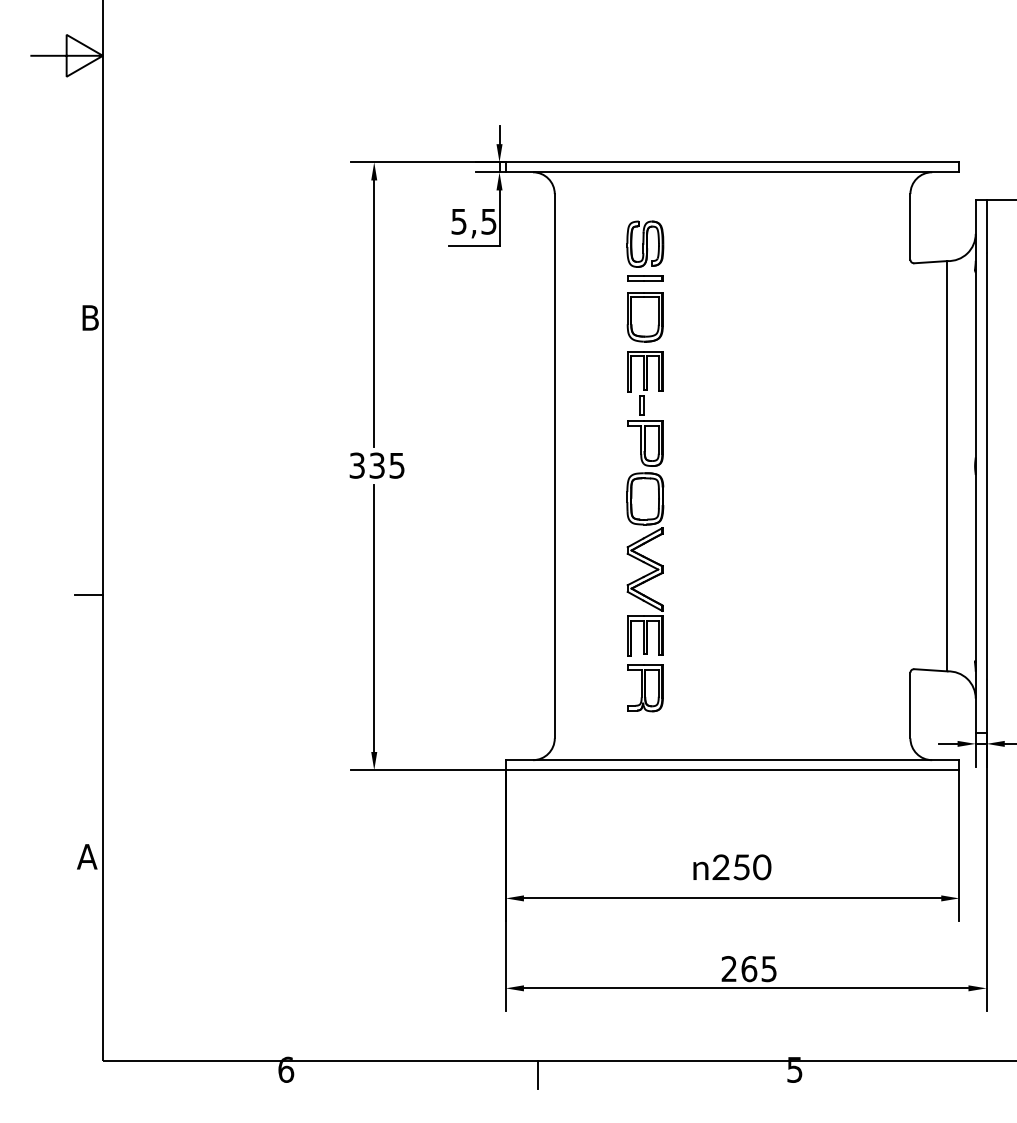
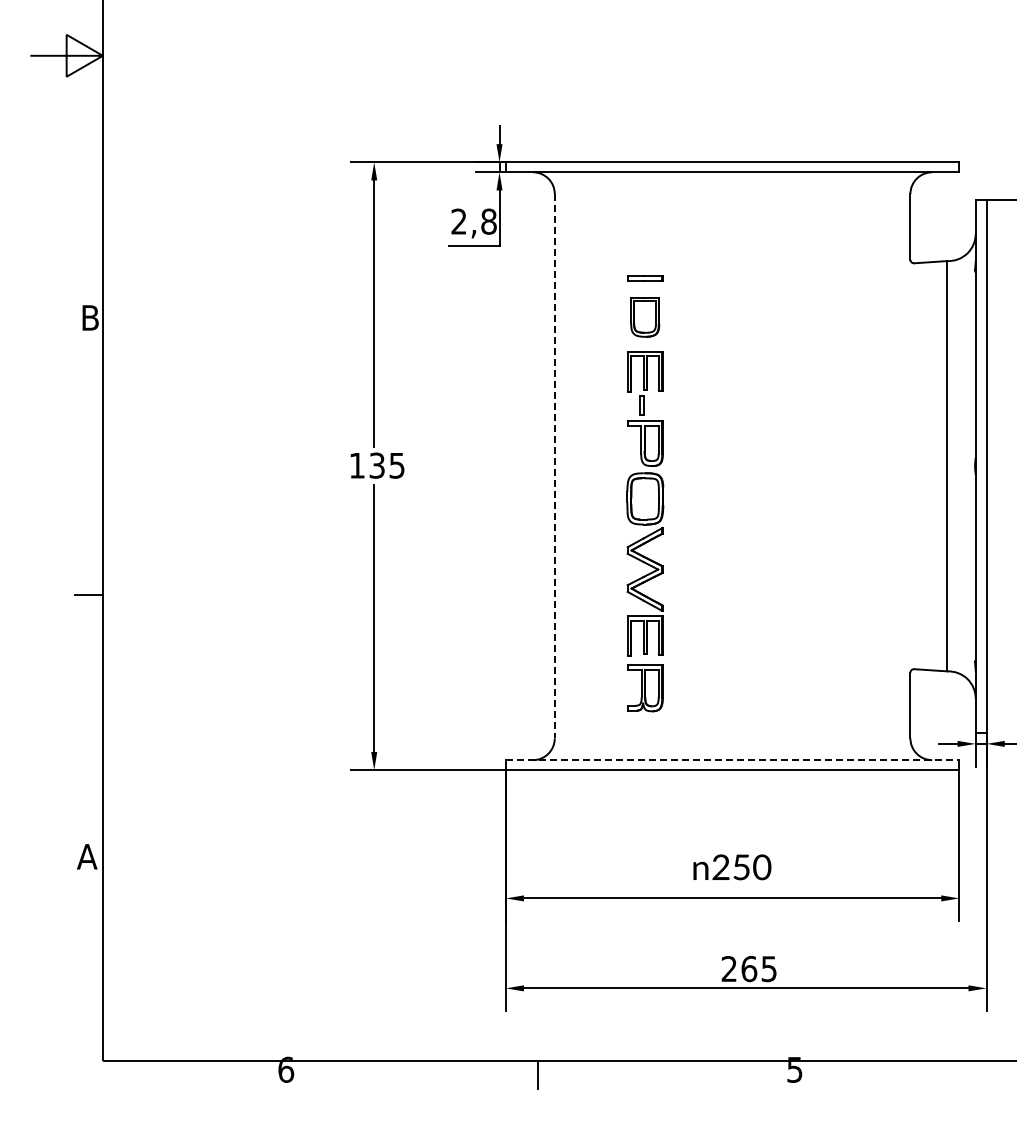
text at (473, 221): 5,5 -> 2,8
part at (645, 243): present -> none
part at (644, 317) size: 38x51 px -> 31x41 px
text at (356, 465): 335 -> 135
line at (554, 466): solid -> dashed
line at (732, 760): solid -> dashed
